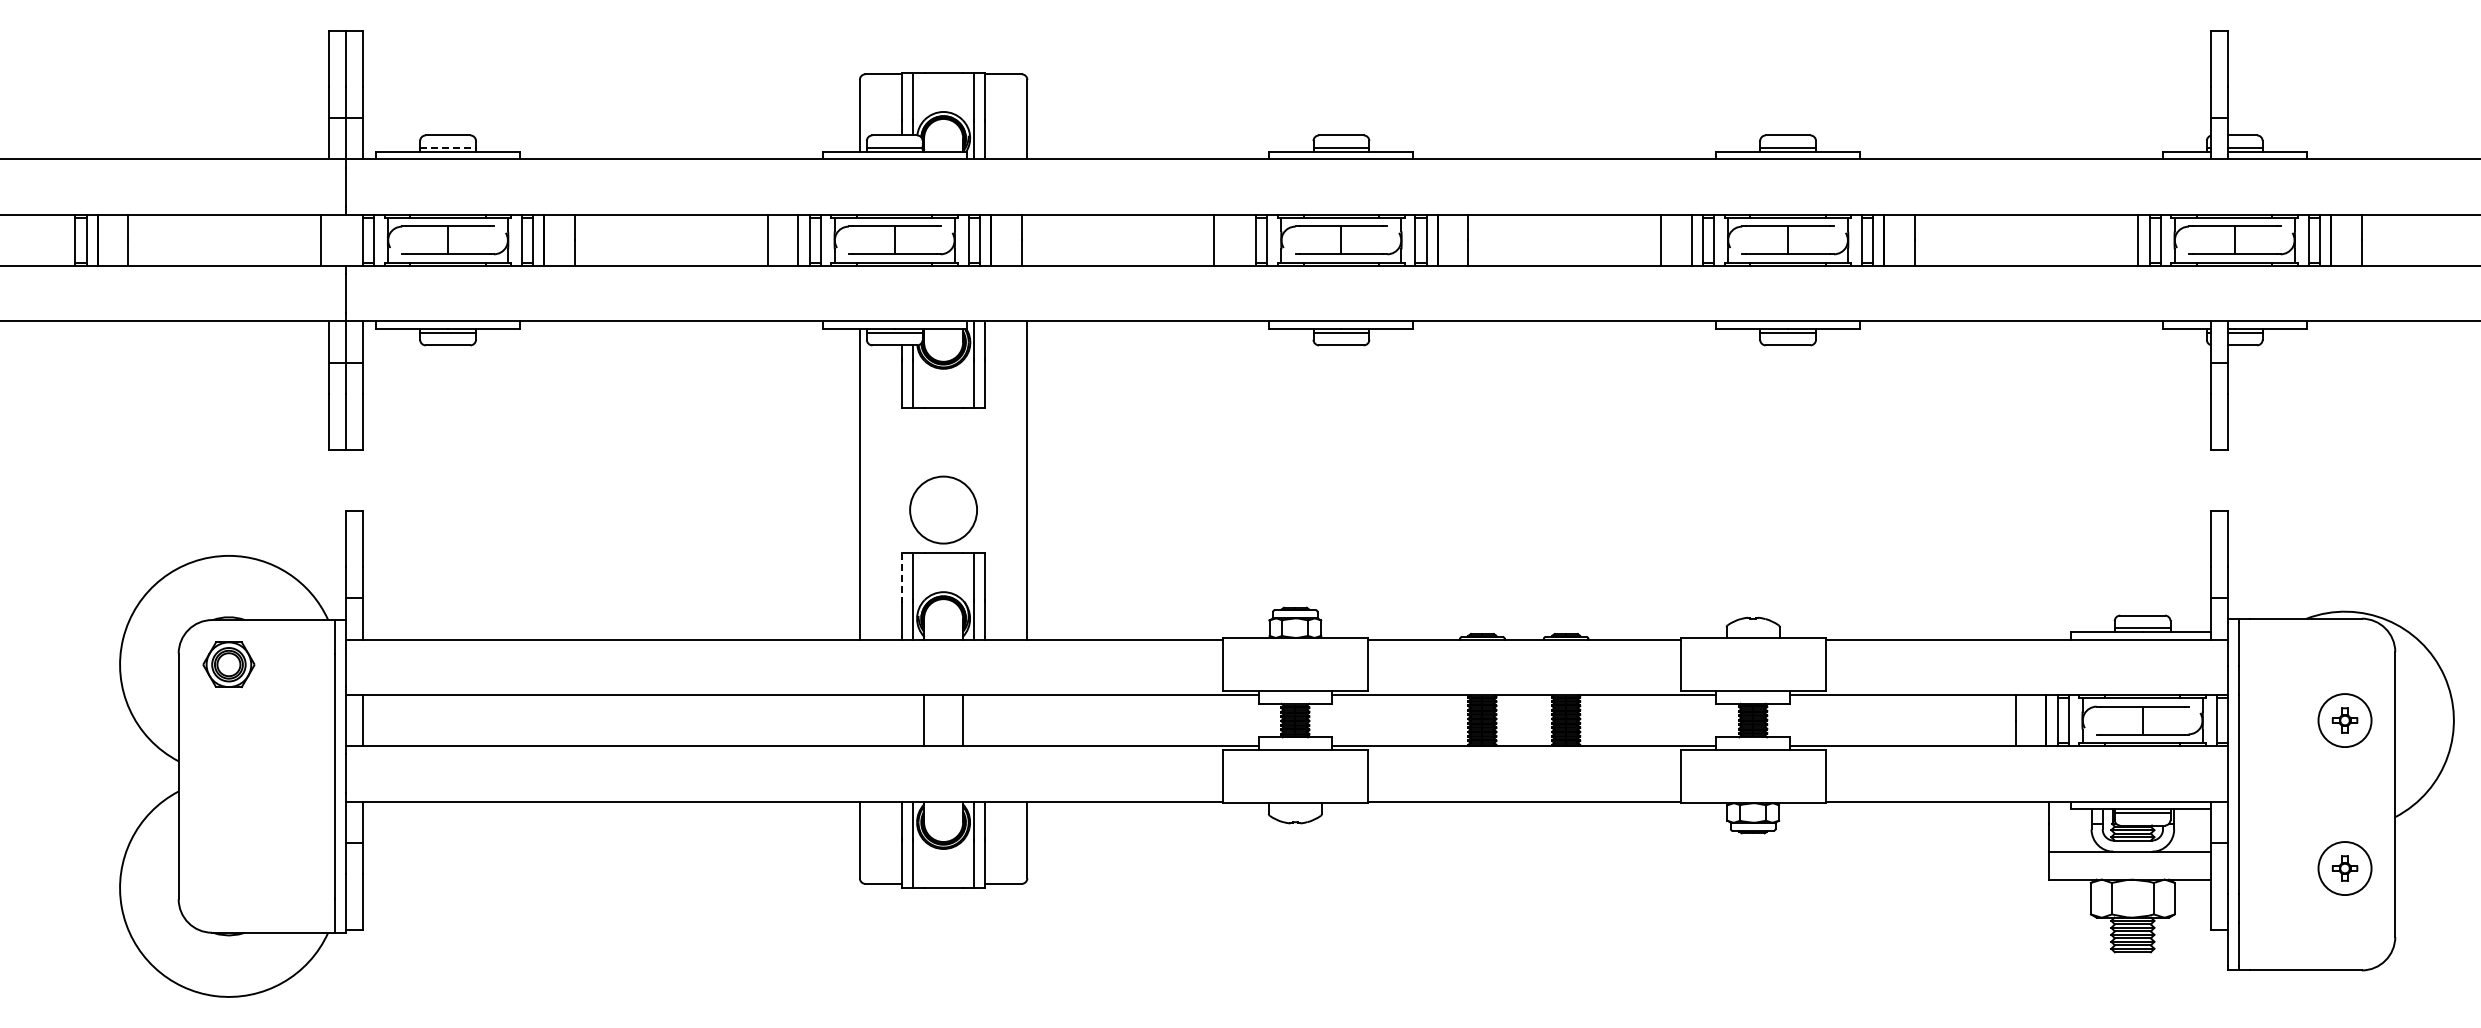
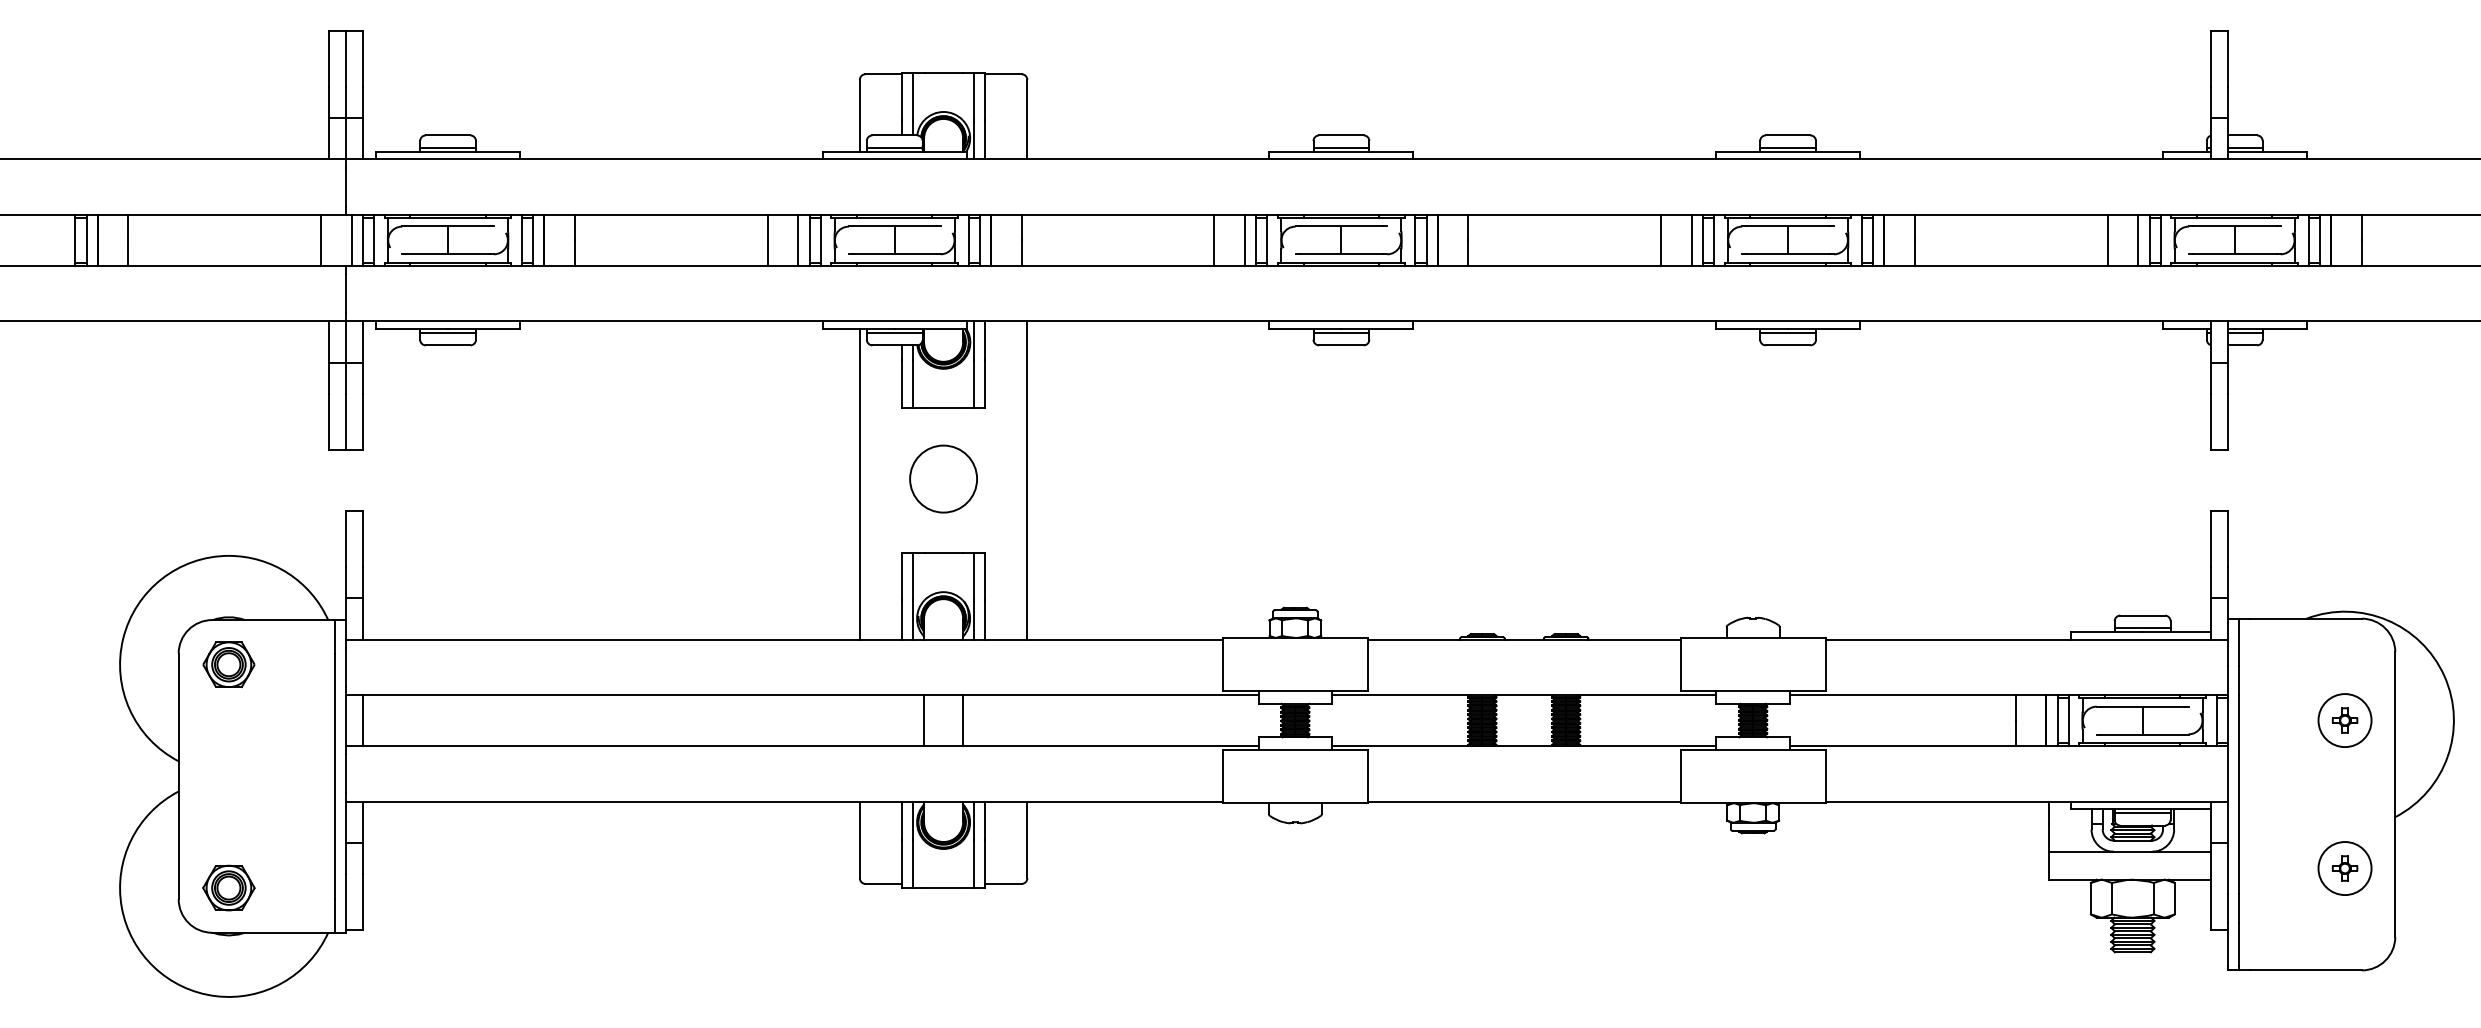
line at (448, 147): dashed -> solid
line at (351, 240): none -> present
line at (1245, 240): none -> present
line at (2107, 240): none -> present
circle at (943, 509) position: (943, 509) -> (943, 478)
line at (902, 576): dashed -> solid
part at (228, 887): none -> present
